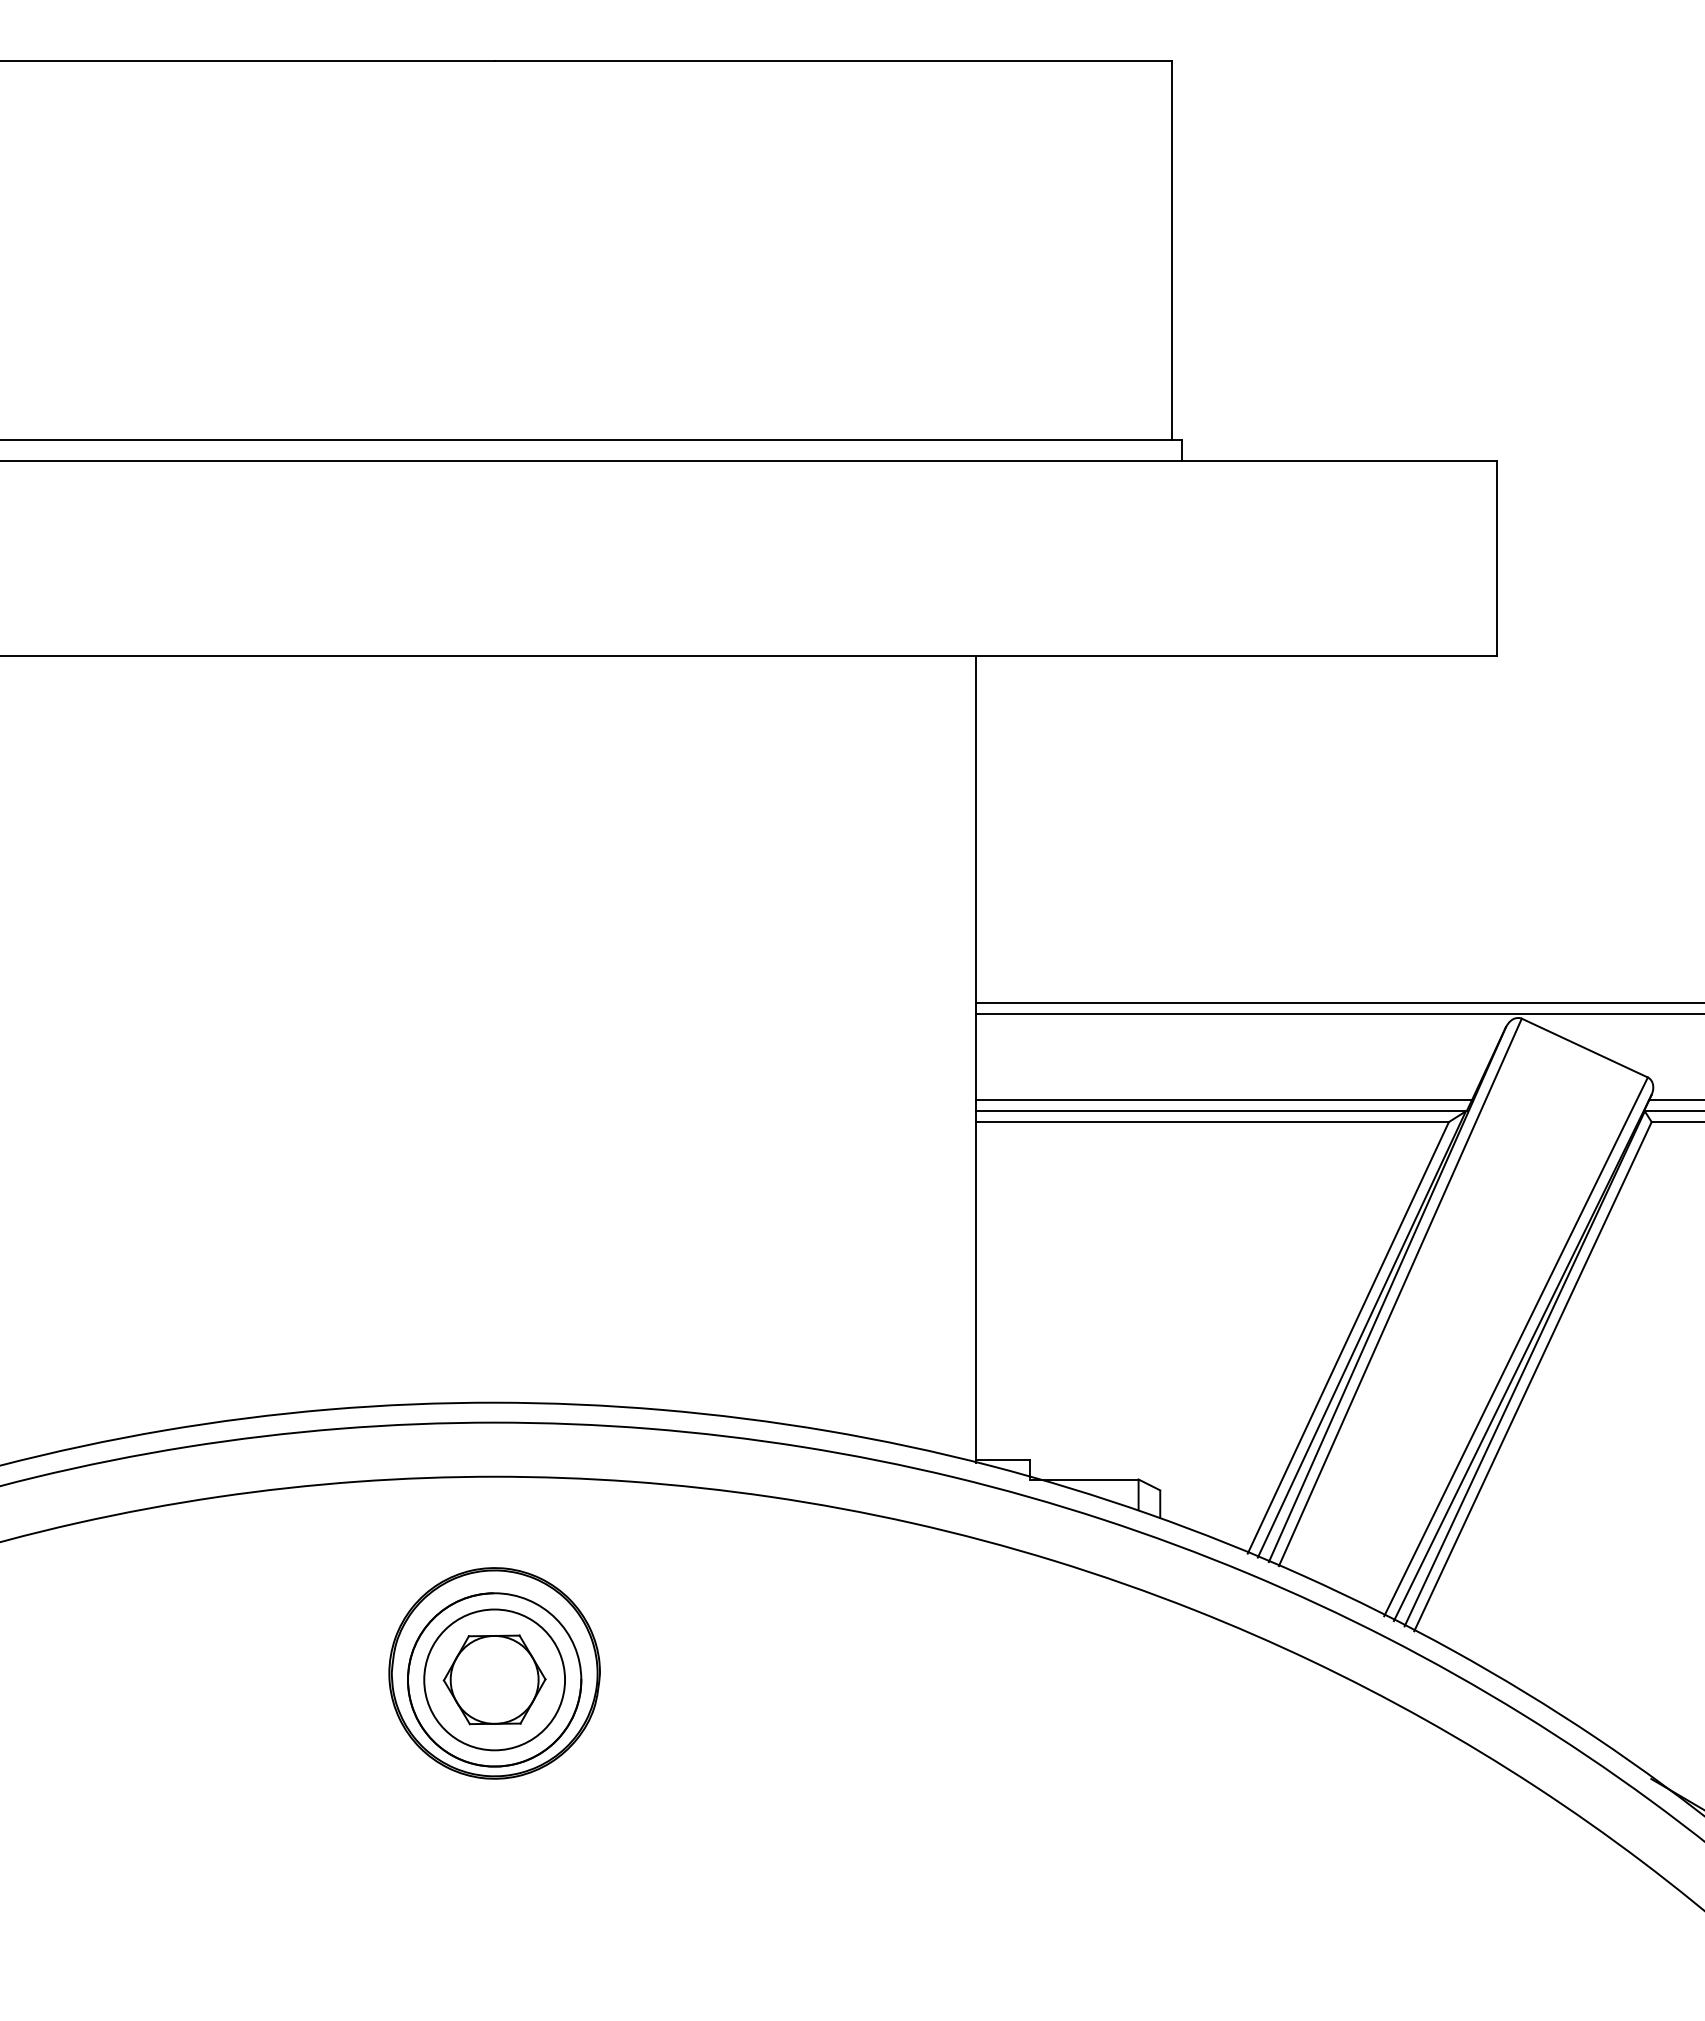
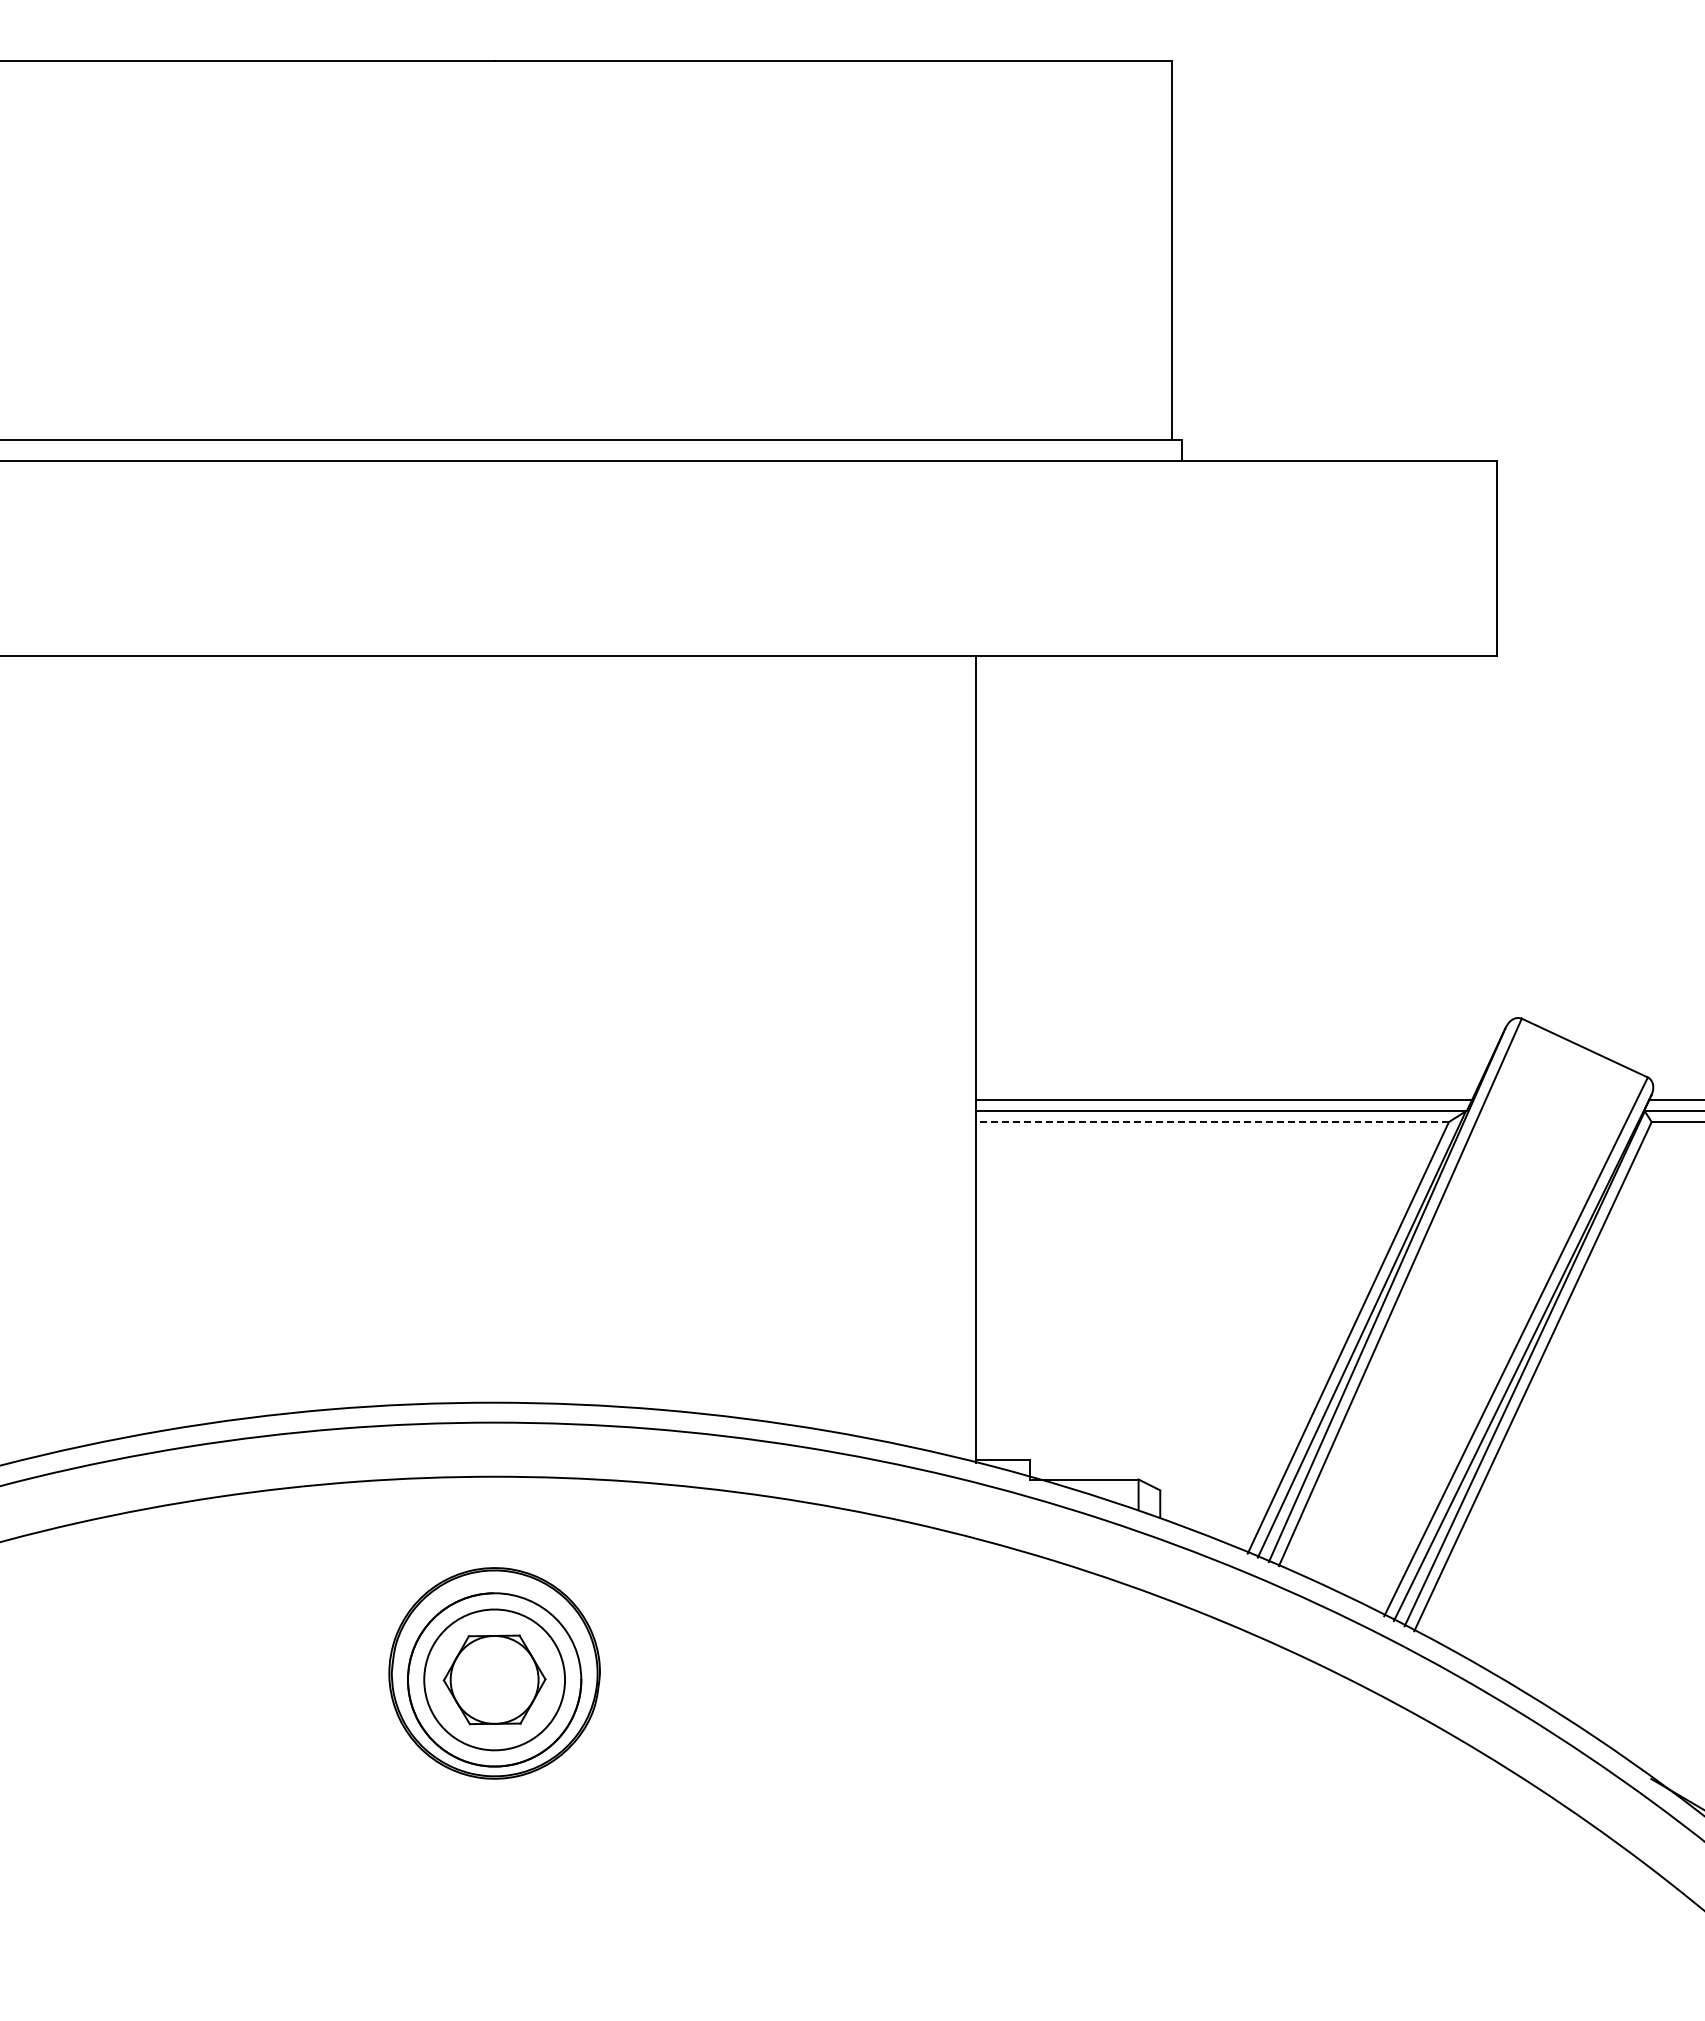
line at (1338, 1002): present -> none
line at (1338, 1013): present -> none
line at (1212, 1122): solid -> dashed
